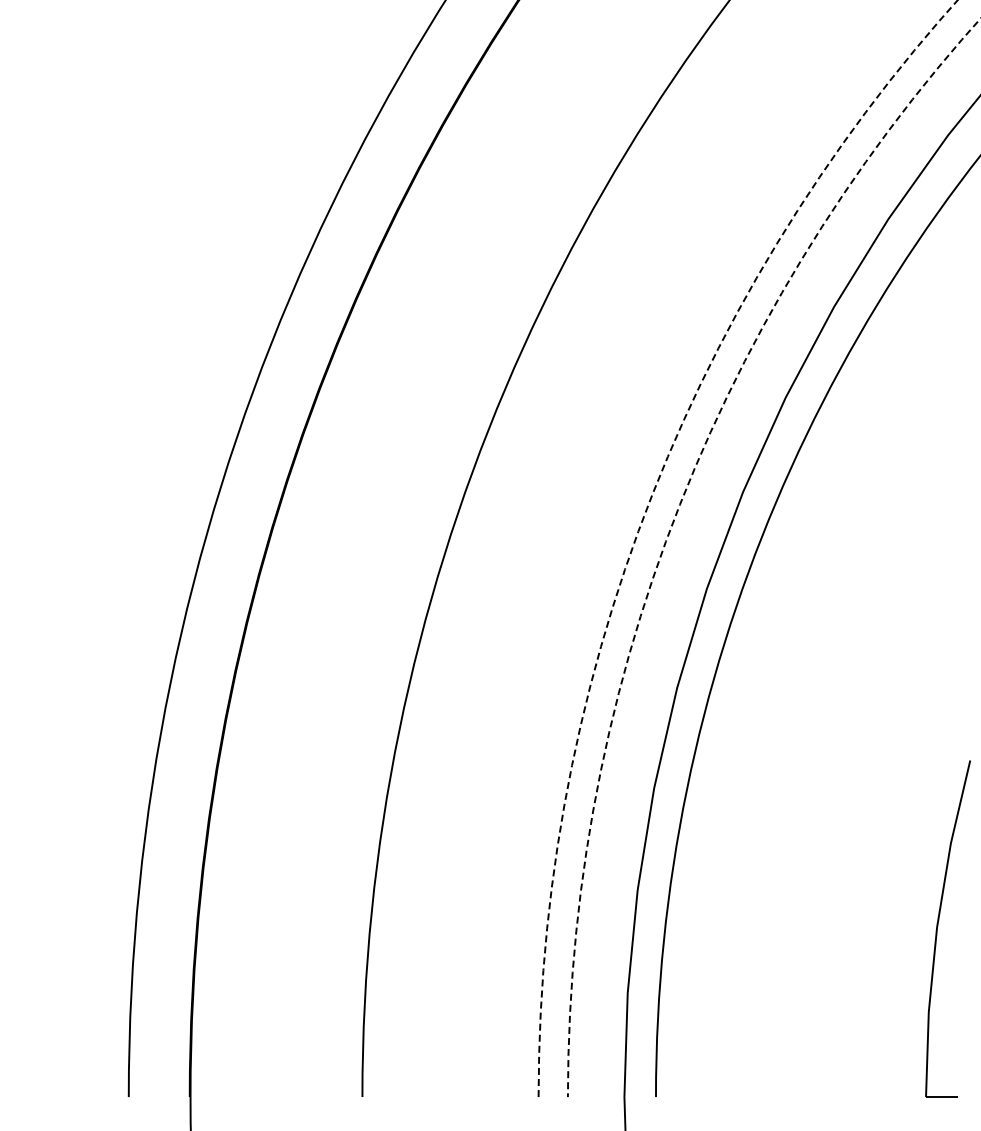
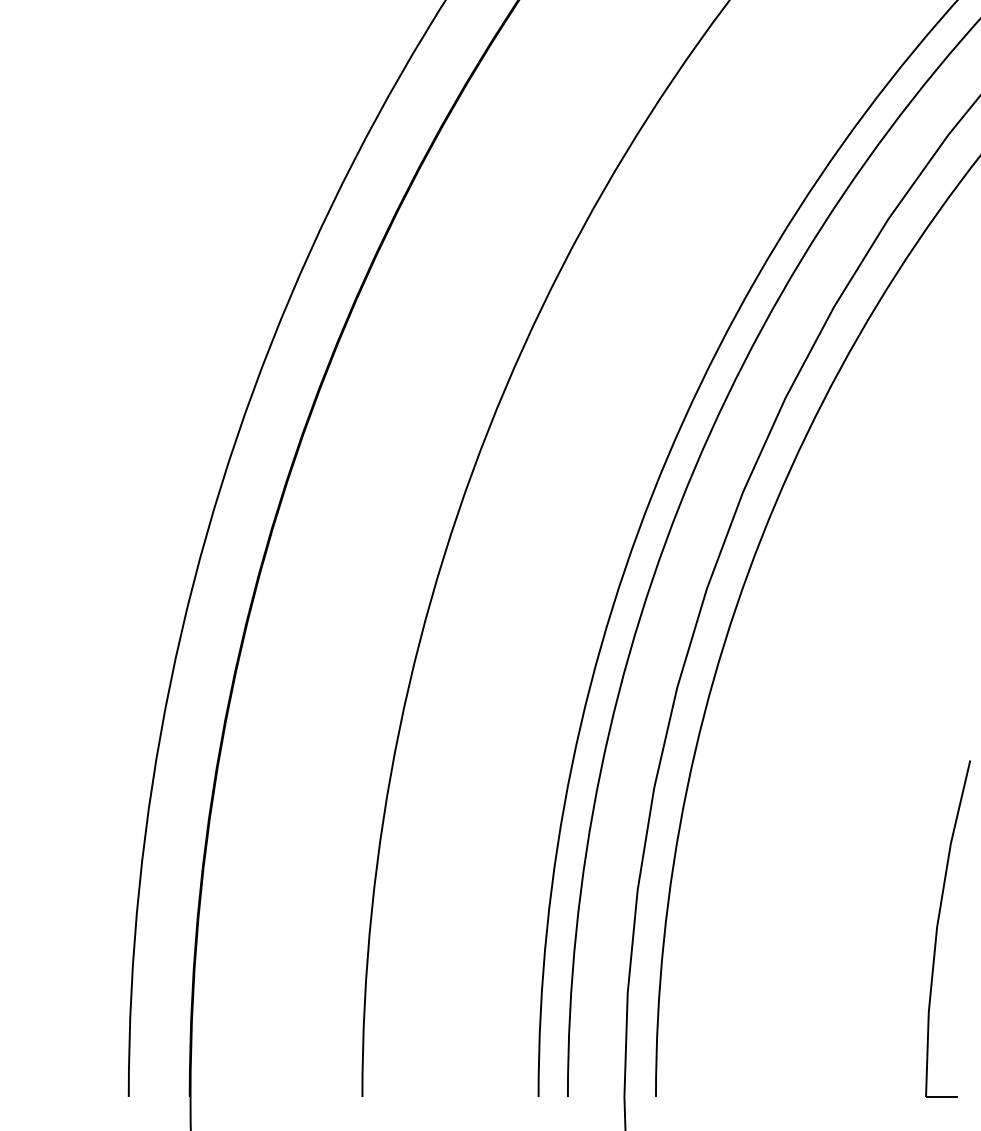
arc at (645, 513): dashed -> solid
arc at (674, 520): dashed -> solid
